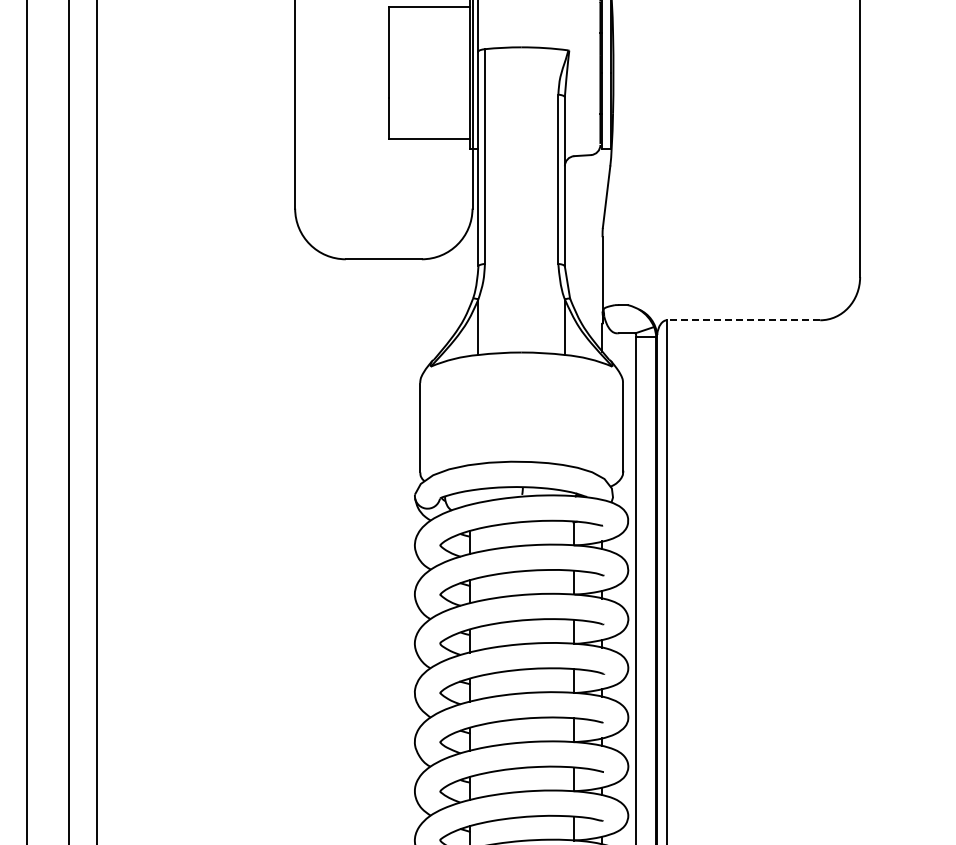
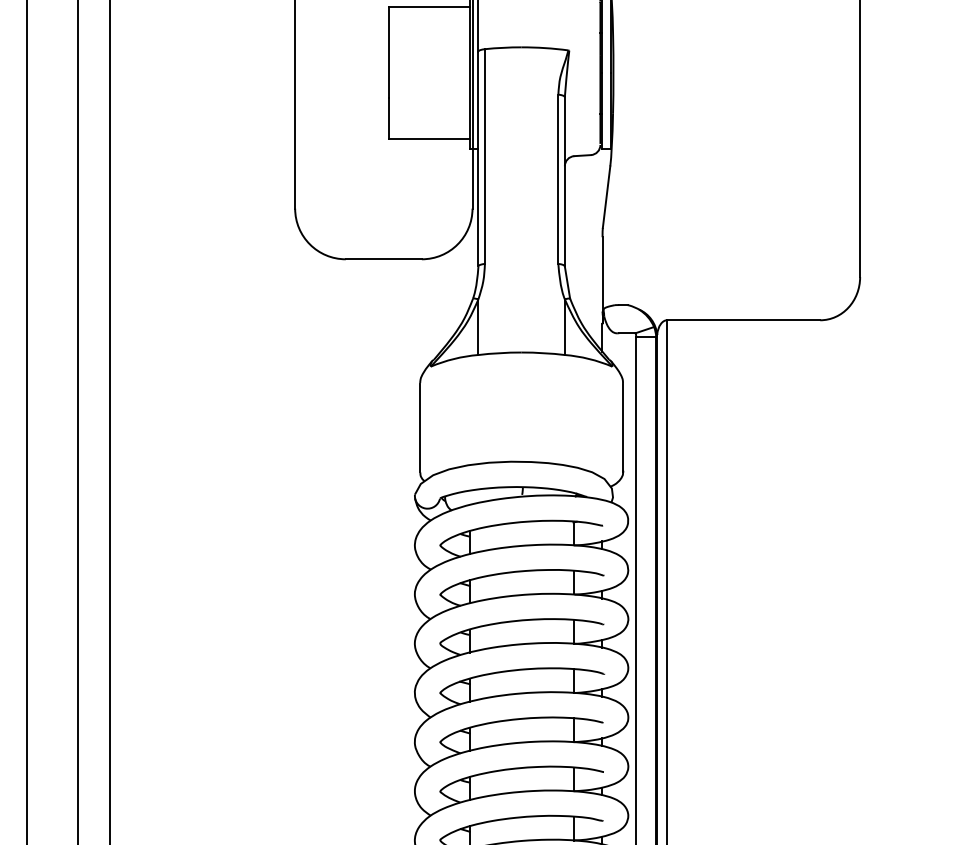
line at (743, 320): dashed -> solid
line at (69, 421) position: (69, 421) -> (78, 421)
line at (97, 421) position: (97, 421) -> (110, 421)
